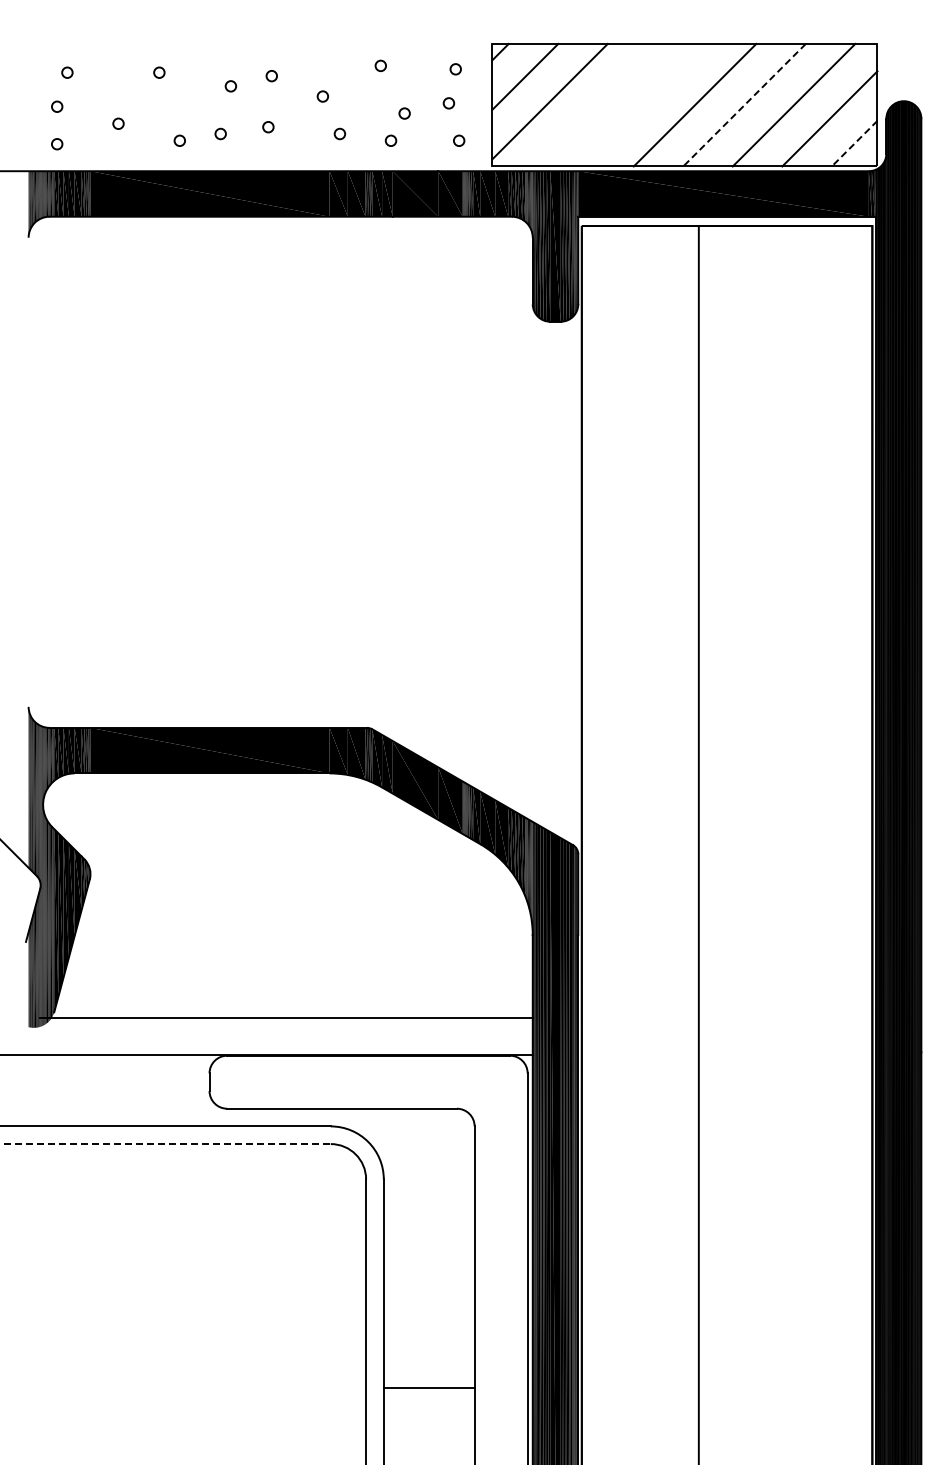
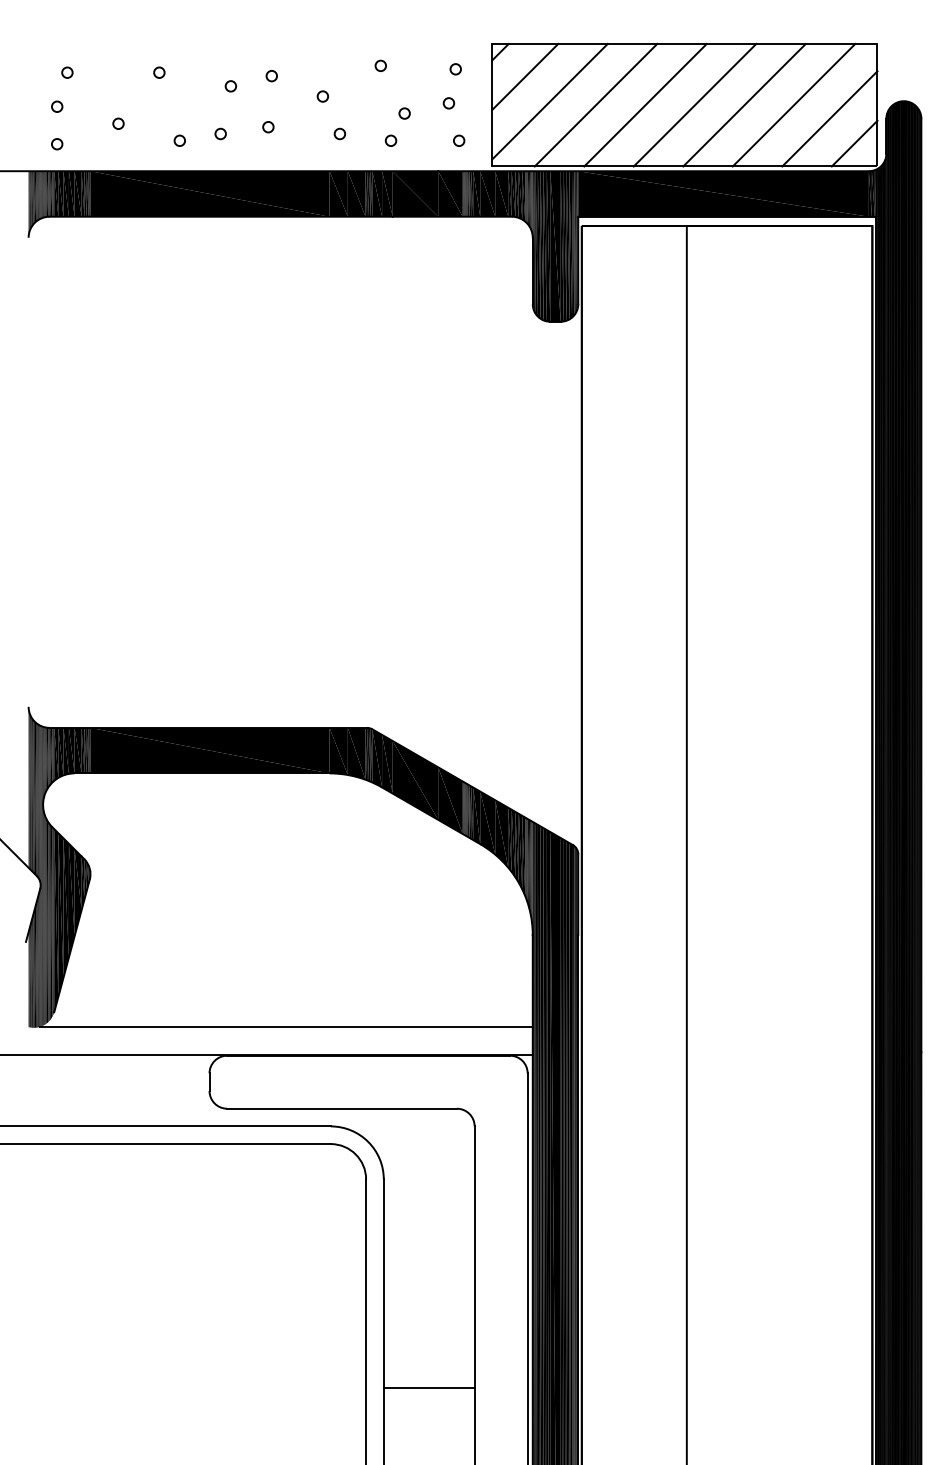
line at (595, 104): none -> present
line at (645, 104): none -> present
line at (744, 105): dashed -> solid
line at (854, 144): dashed -> solid
line at (698, 843) position: (698, 843) -> (686, 843)
line at (285, 1018) position: (285, 1018) -> (285, 1027)
line at (166, 1144): dashed -> solid
